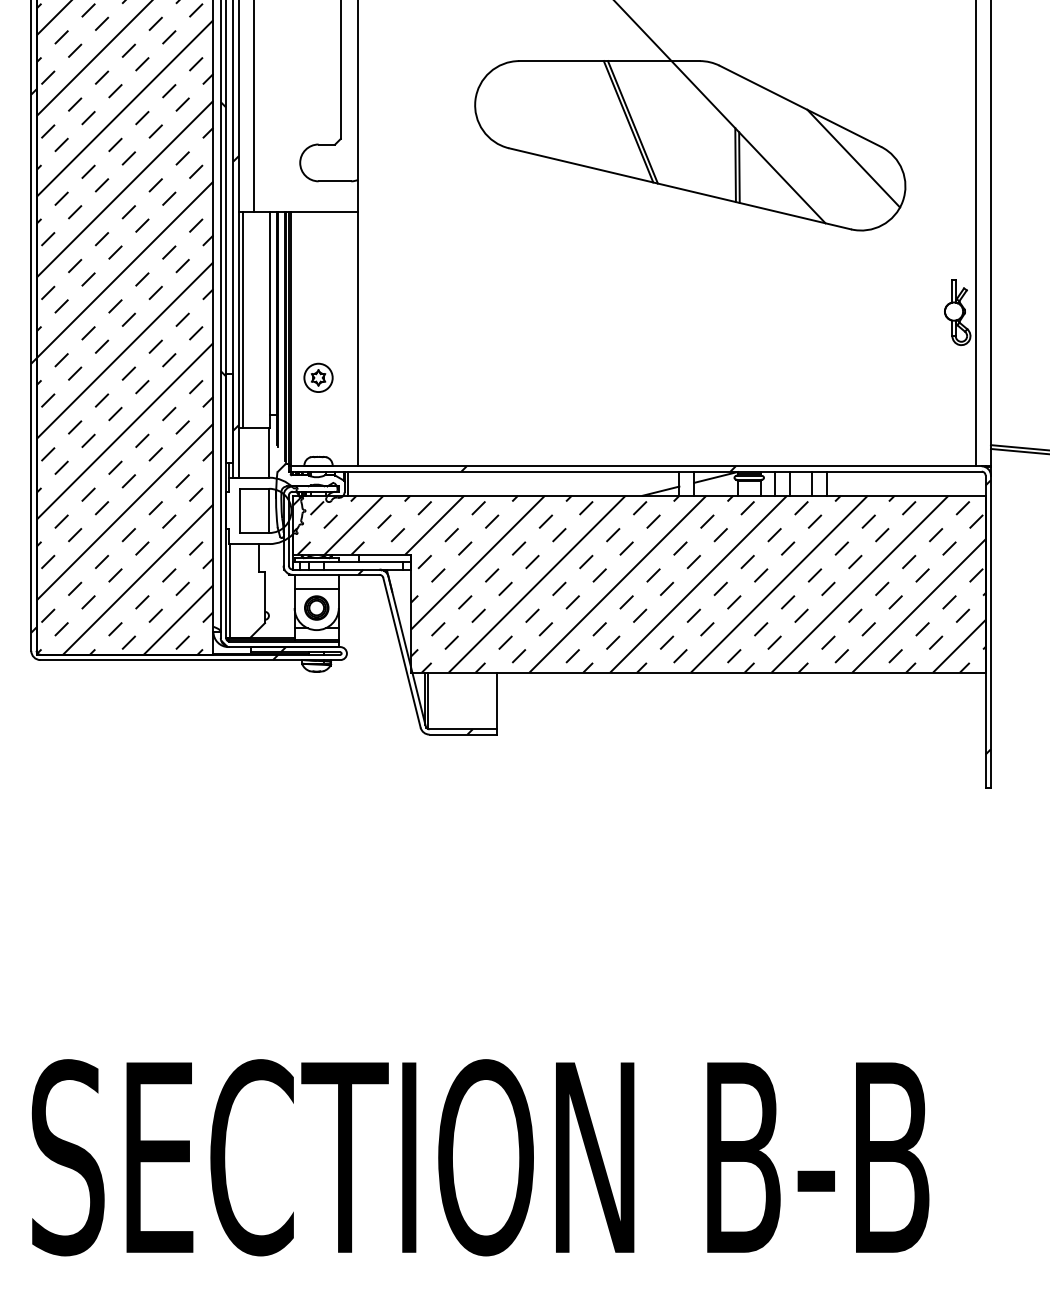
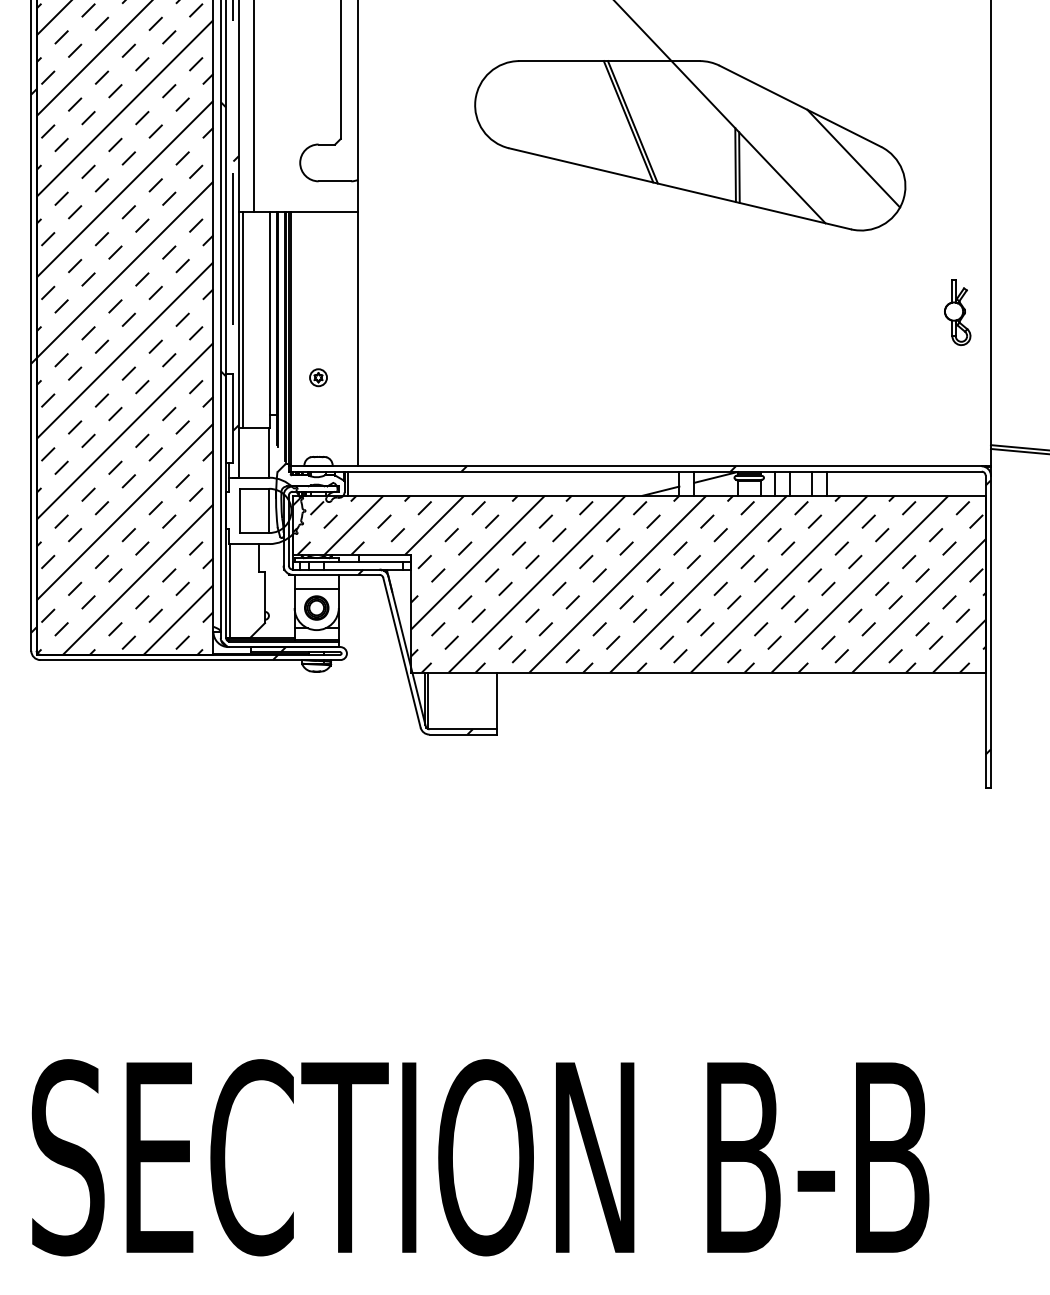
line at (975, 234): present -> none
line at (233, 238): solid -> dashed
part at (318, 377) size: 31x31 px -> 19x20 px
